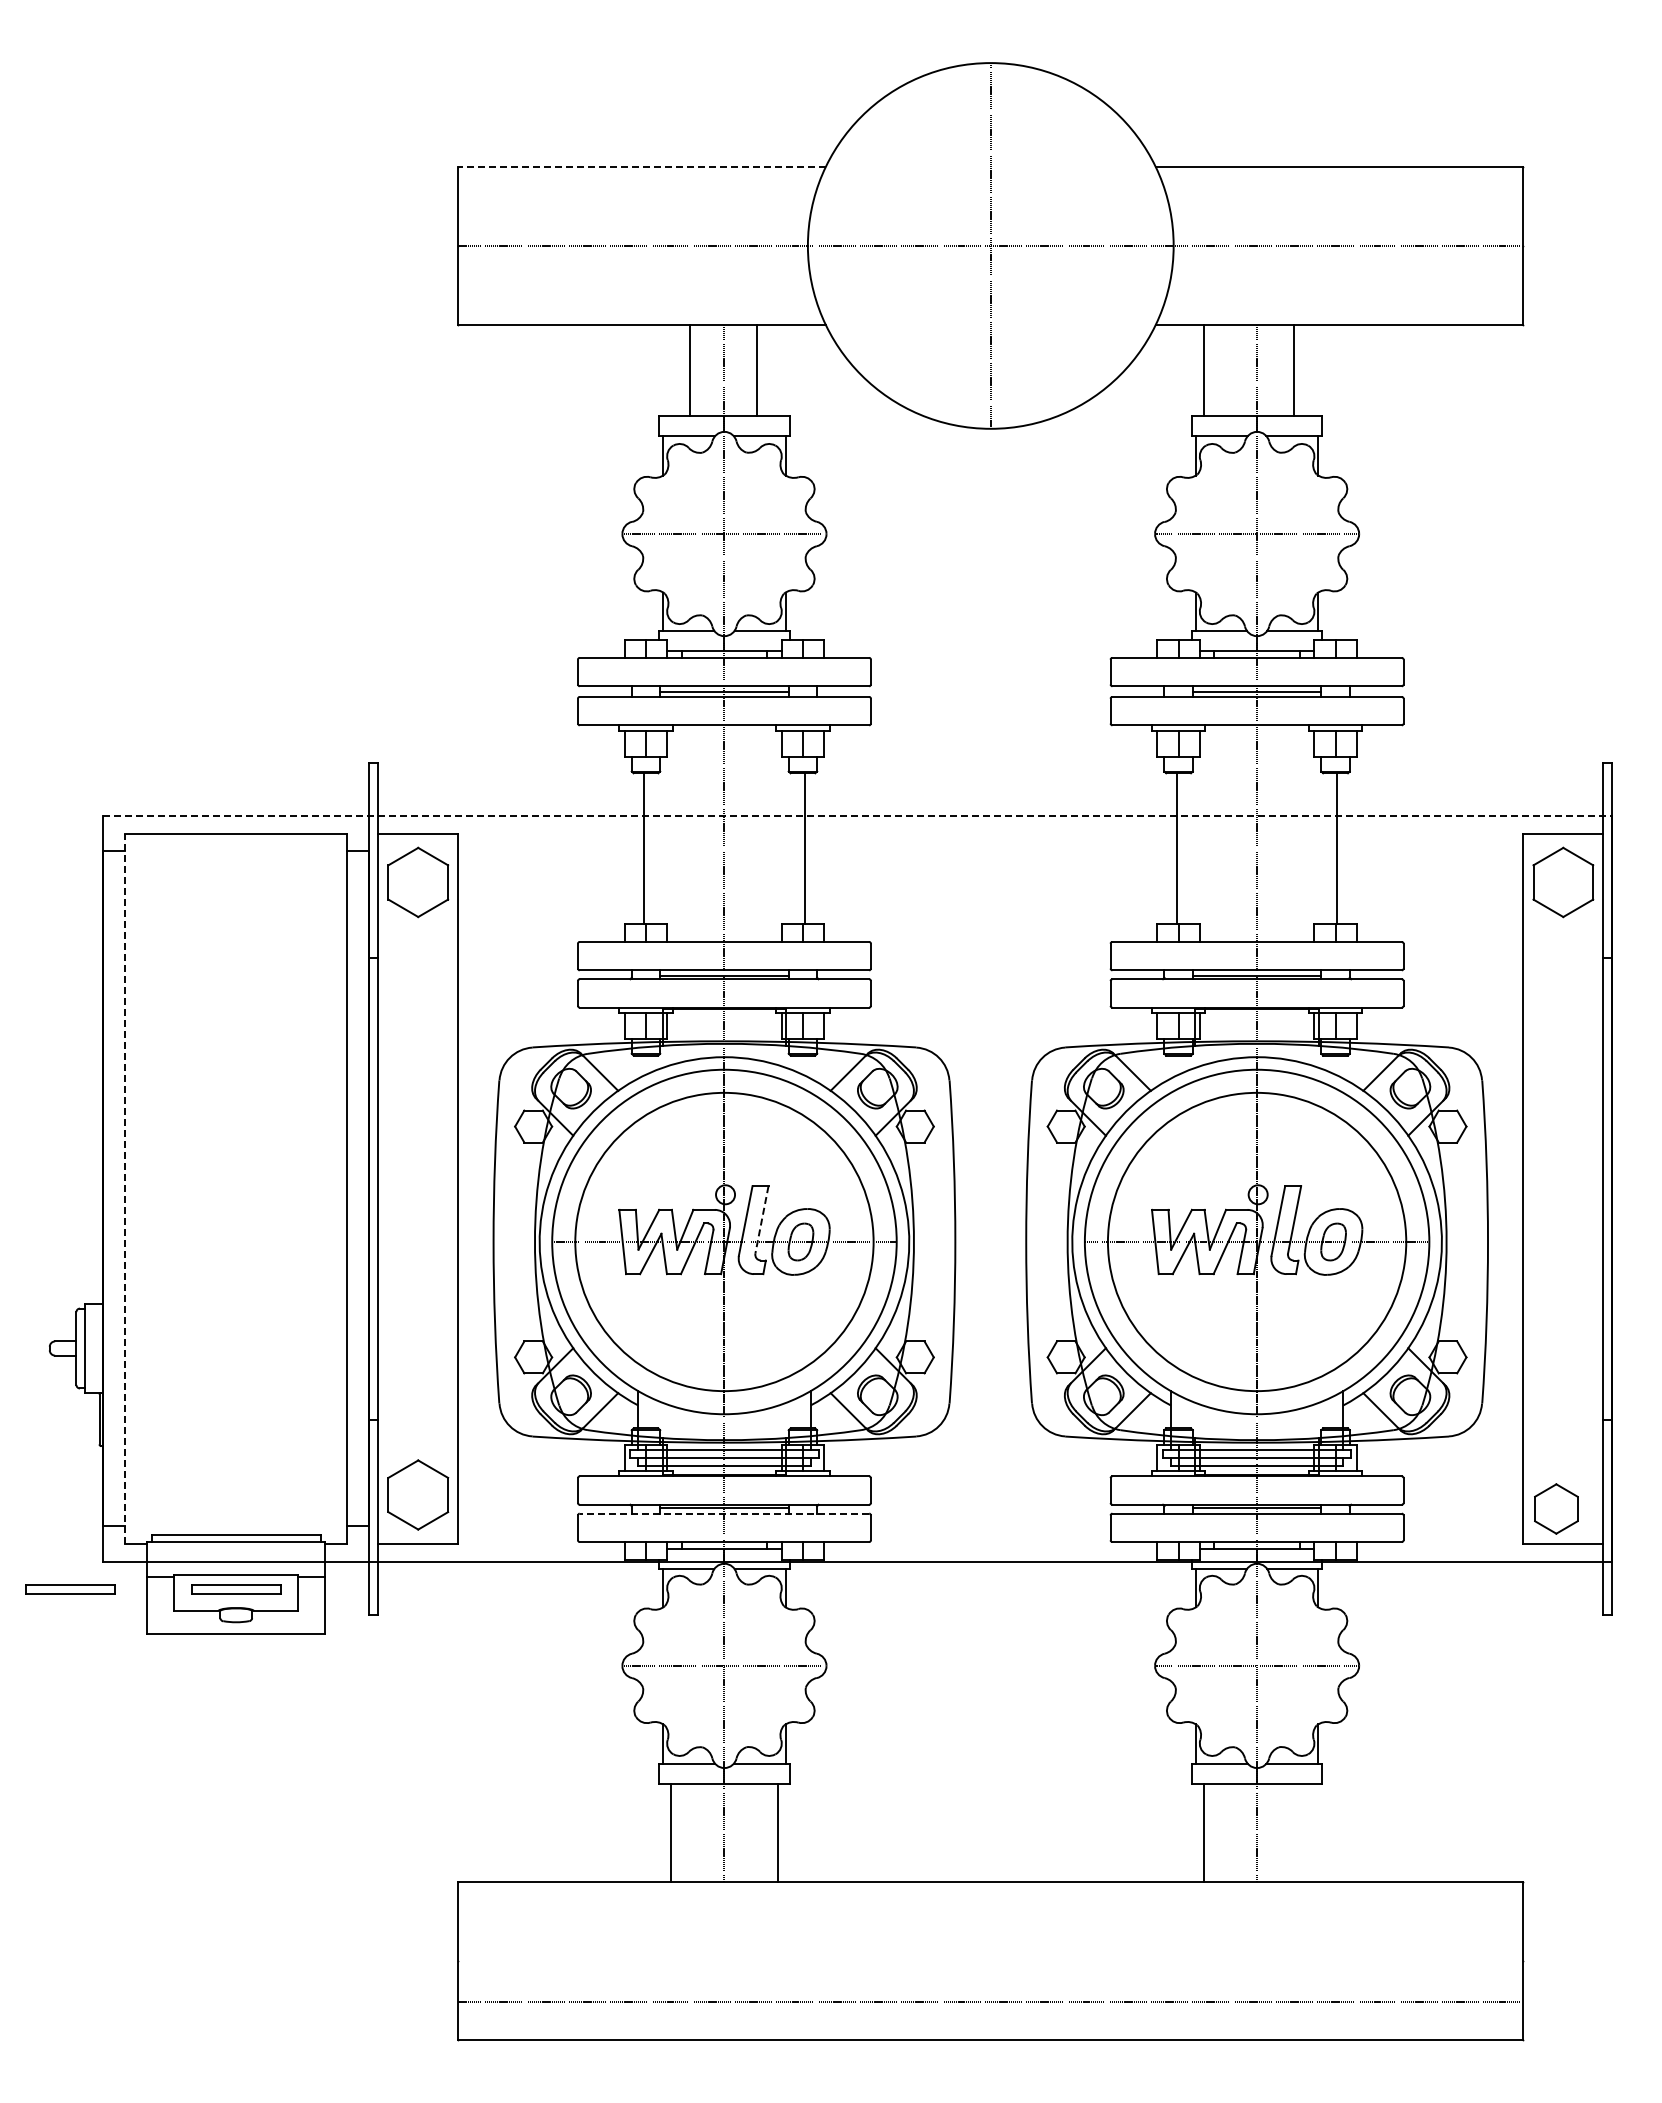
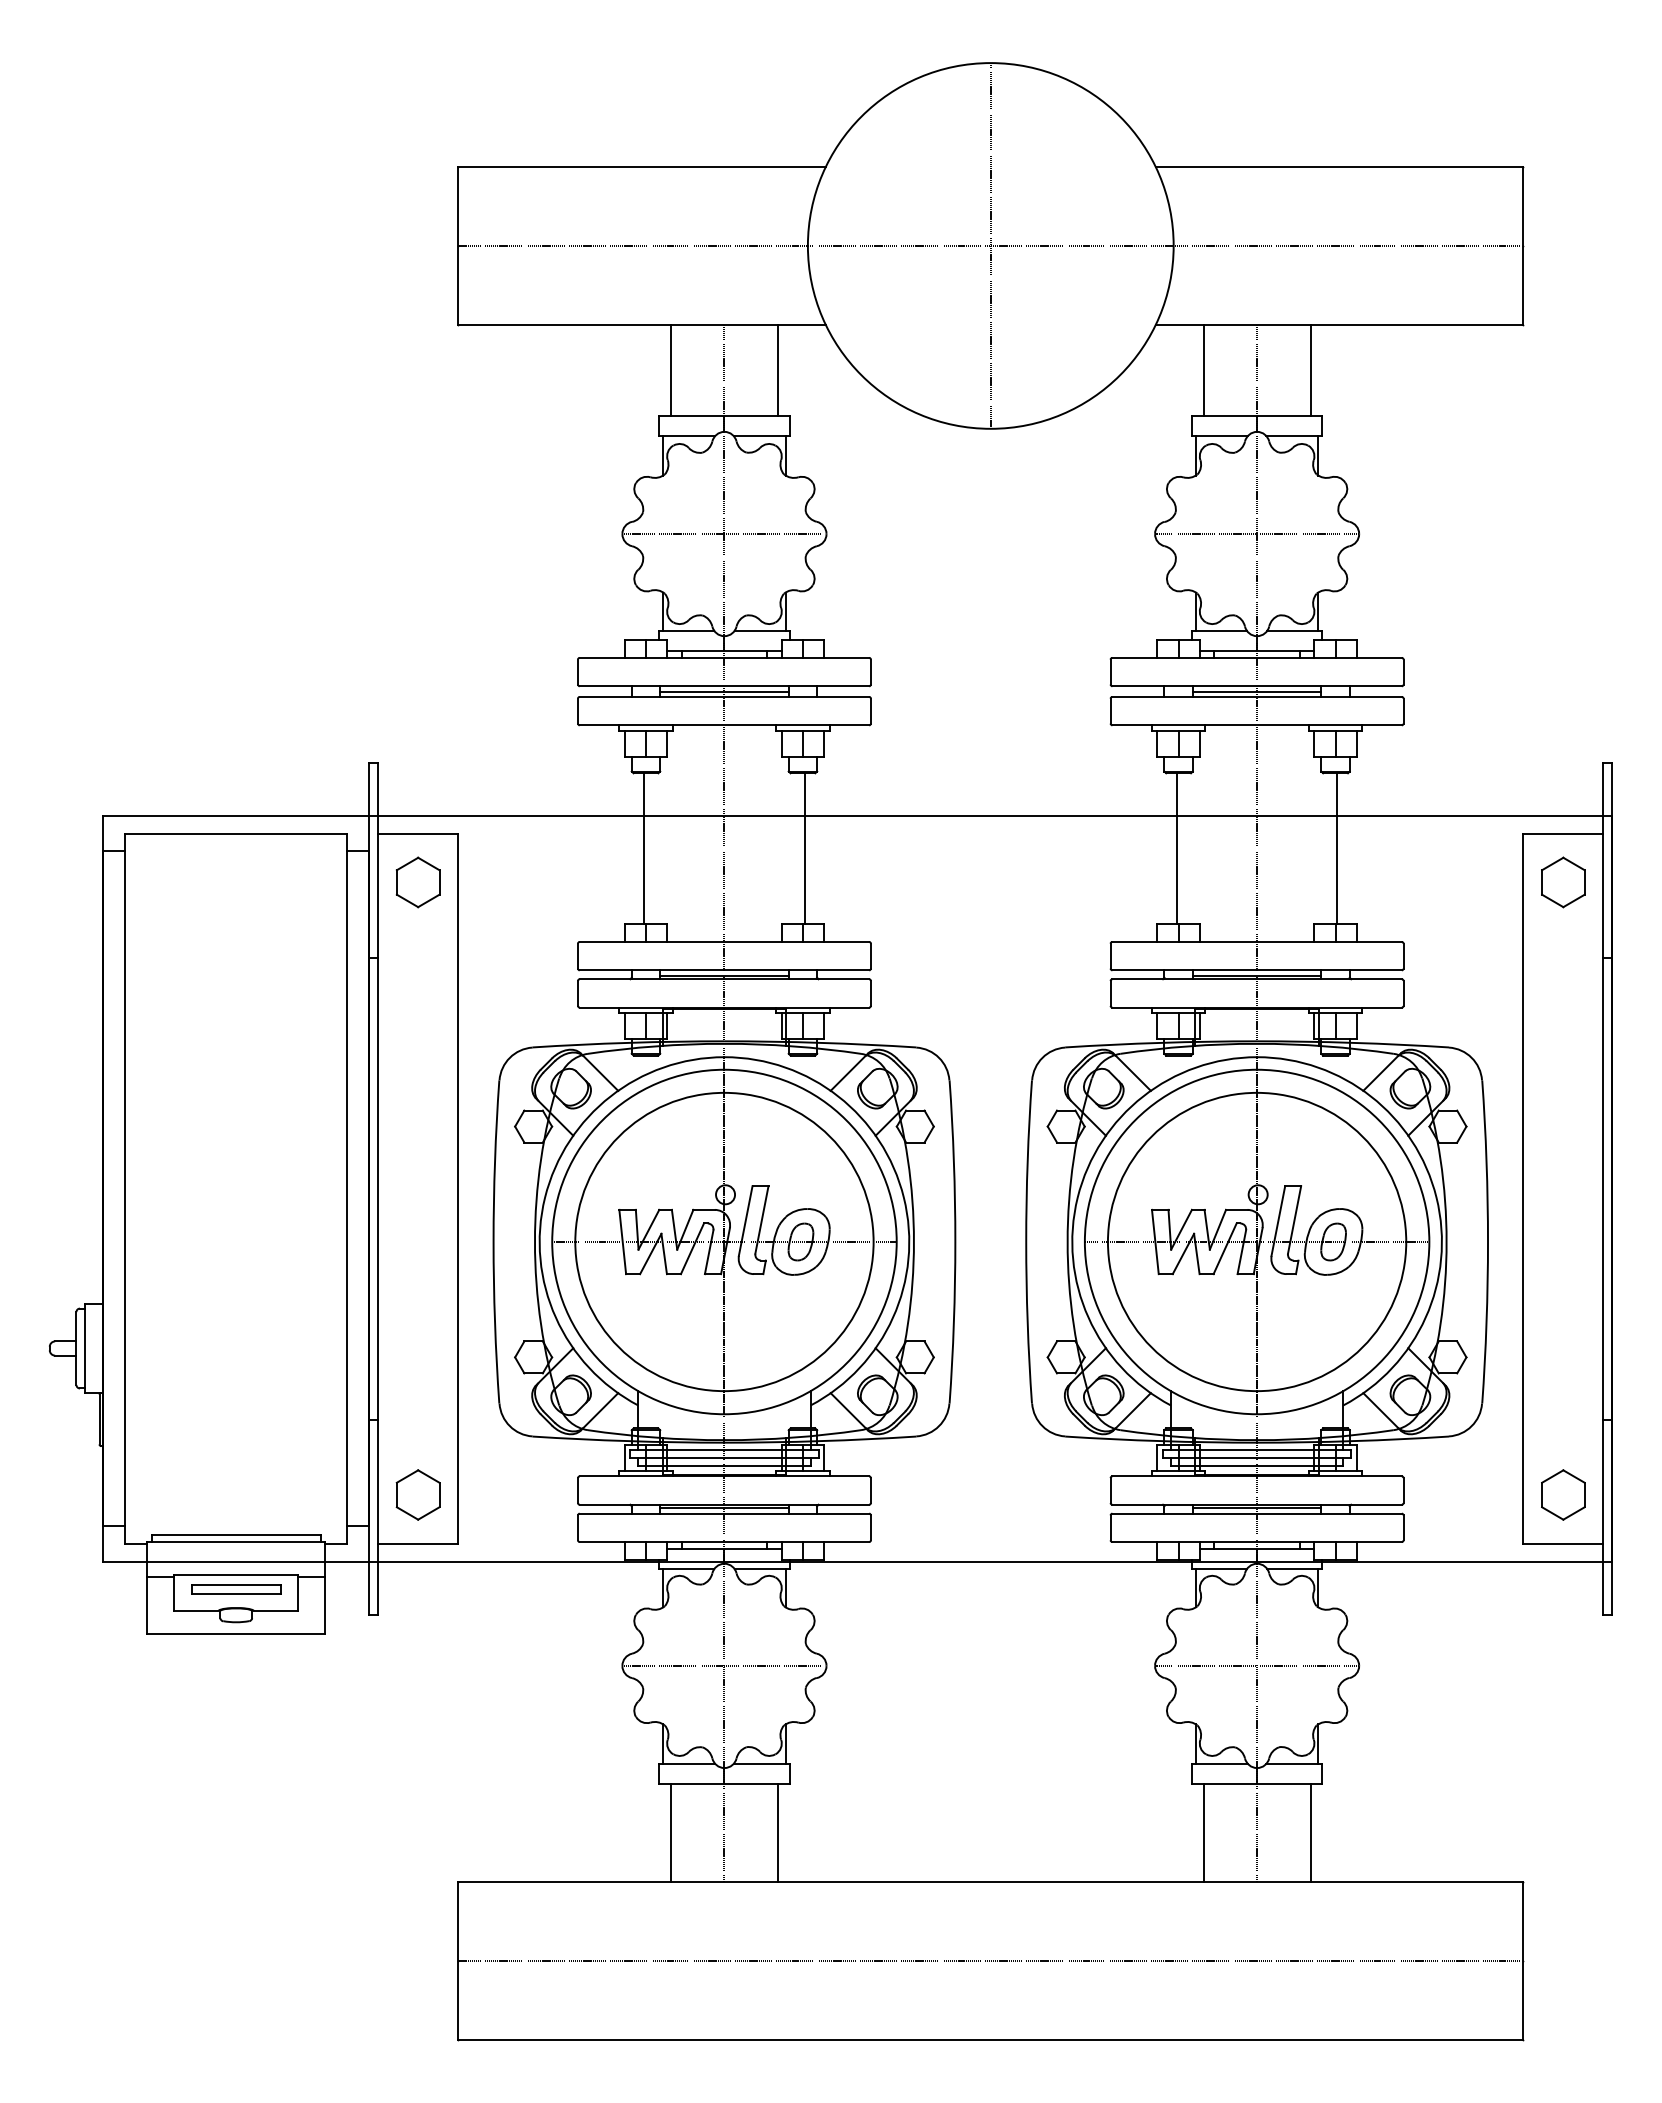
line at (642, 166): dashed -> solid
line at (689, 370) position: (689, 370) -> (670, 370)
line at (756, 370) position: (756, 370) -> (777, 370)
line at (1293, 370) position: (1293, 370) -> (1310, 370)
line at (857, 815): dashed -> solid
part at (418, 882) size: 63x73 px -> 46x53 px
part at (1563, 882) size: 63x73 px -> 45x53 px
line at (125, 1188): dashed -> solid
line at (761, 1220): dashed -> solid
part at (418, 1494) size: 63x72 px -> 46x52 px
part at (1556, 1508) position: (1556, 1508) -> (1563, 1494)
line at (724, 1513): dashed -> solid
part at (70, 1589): present -> none
line at (1310, 1832): none -> present
line at (990, 2002) position: (990, 2002) -> (990, 1961)
